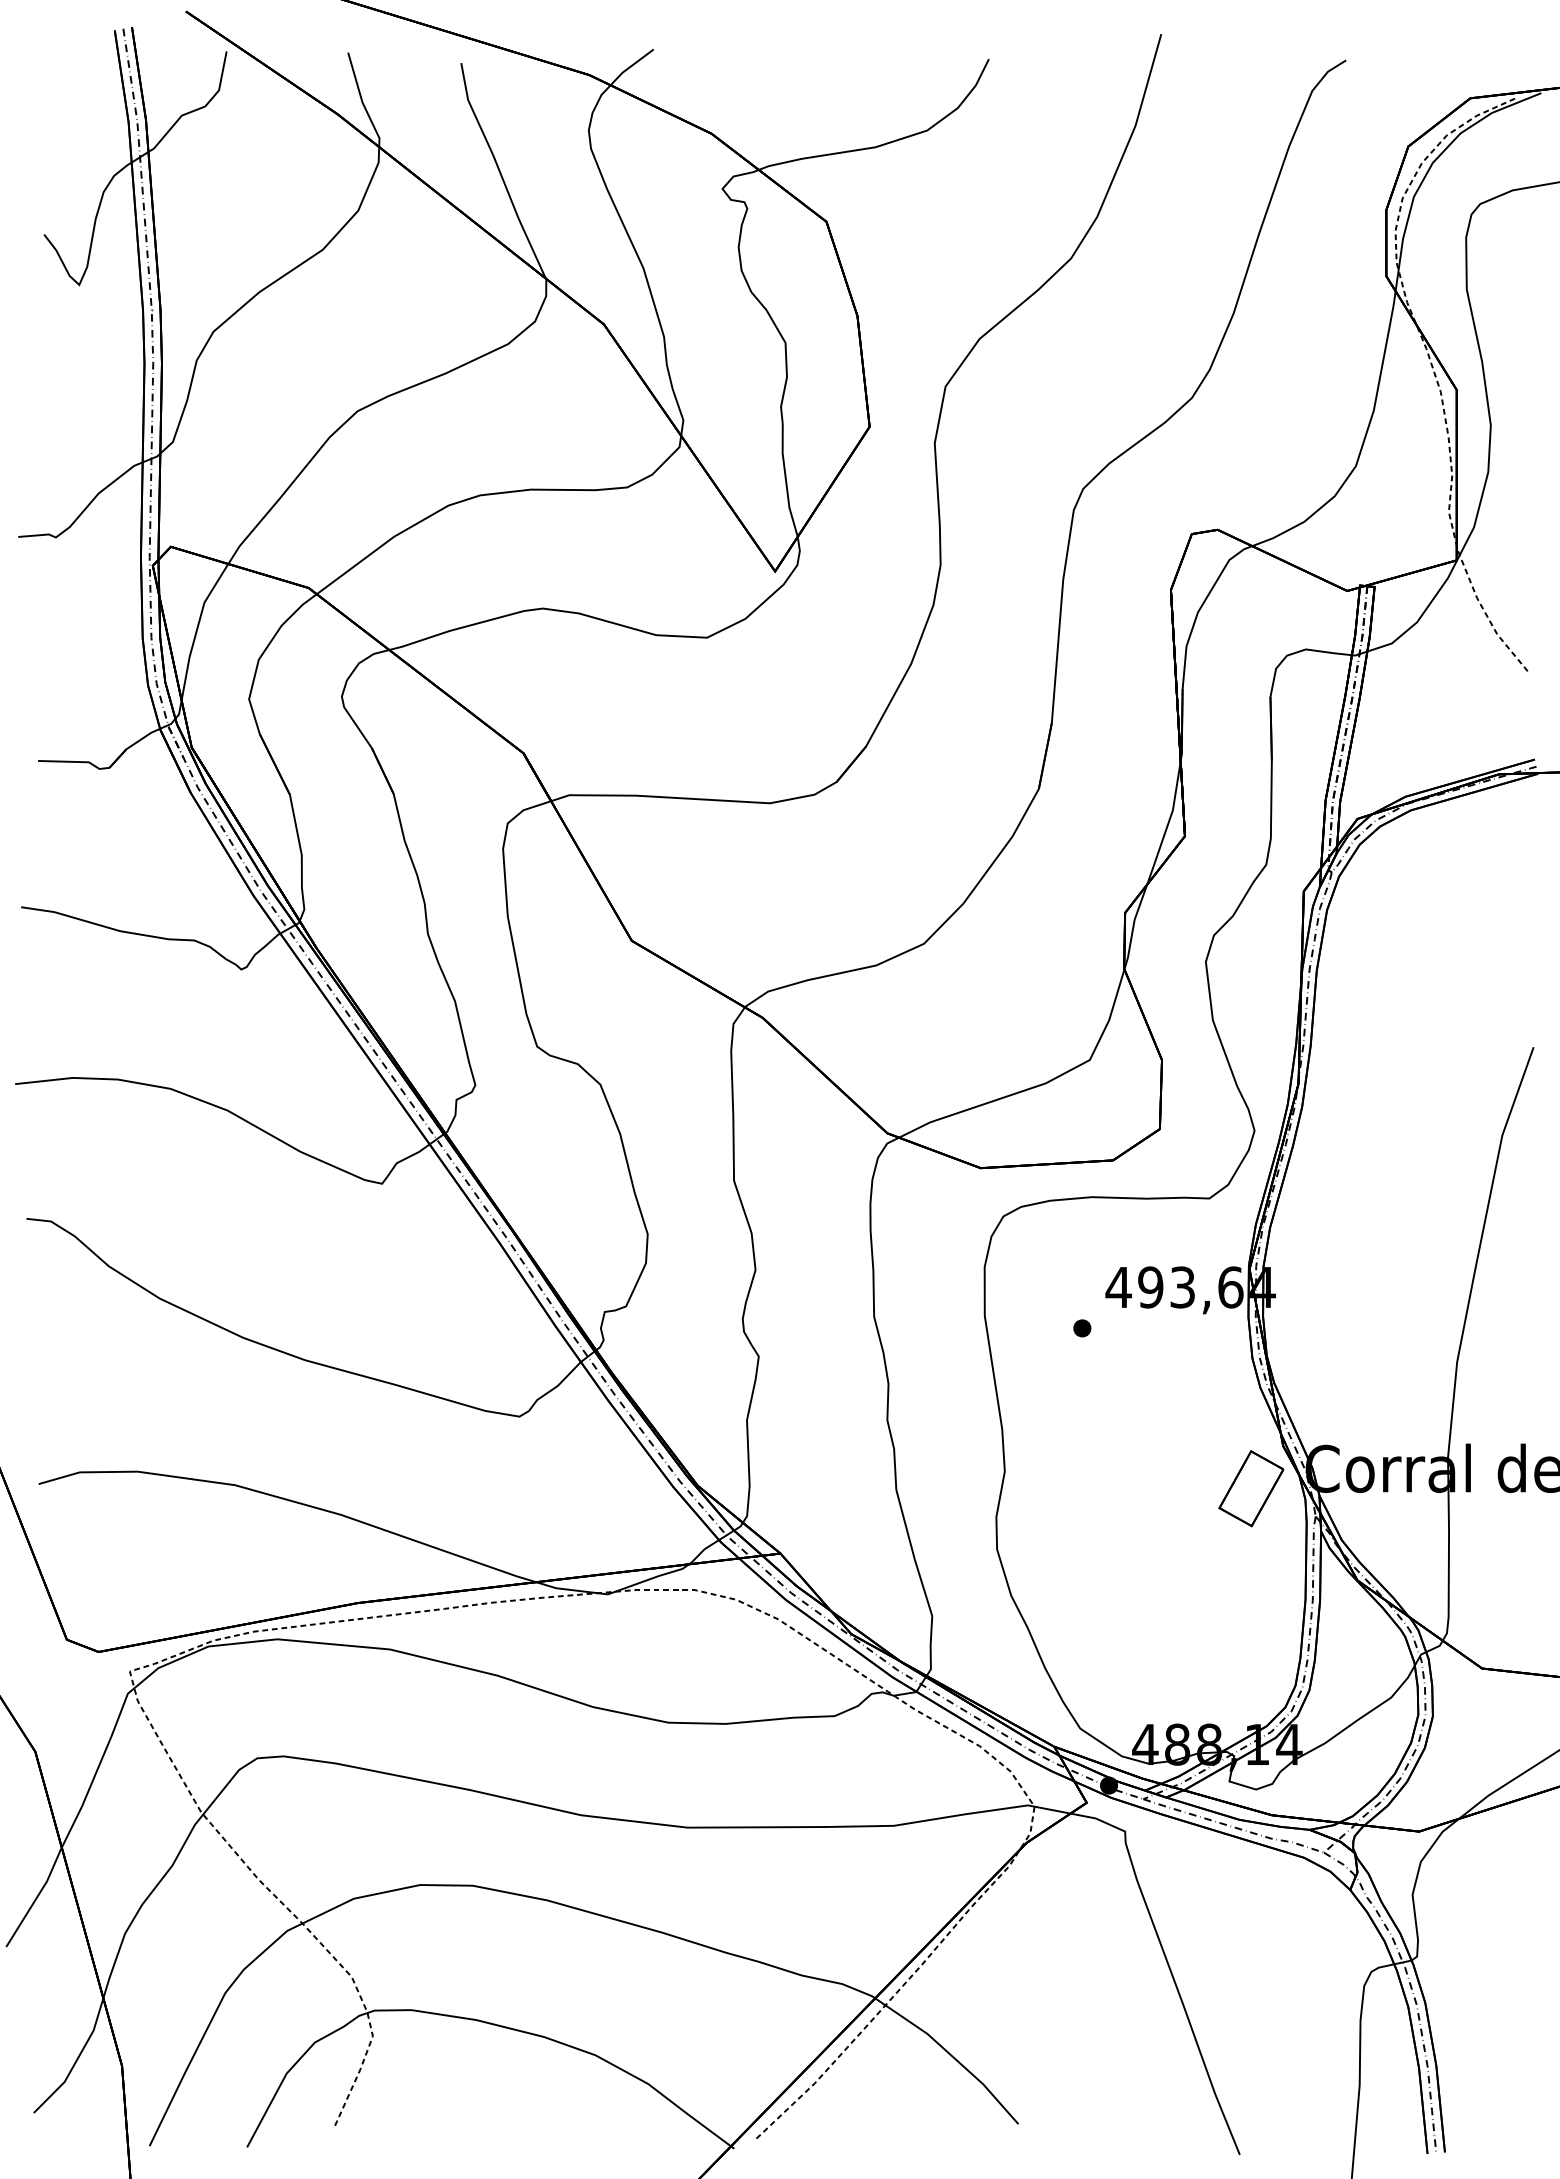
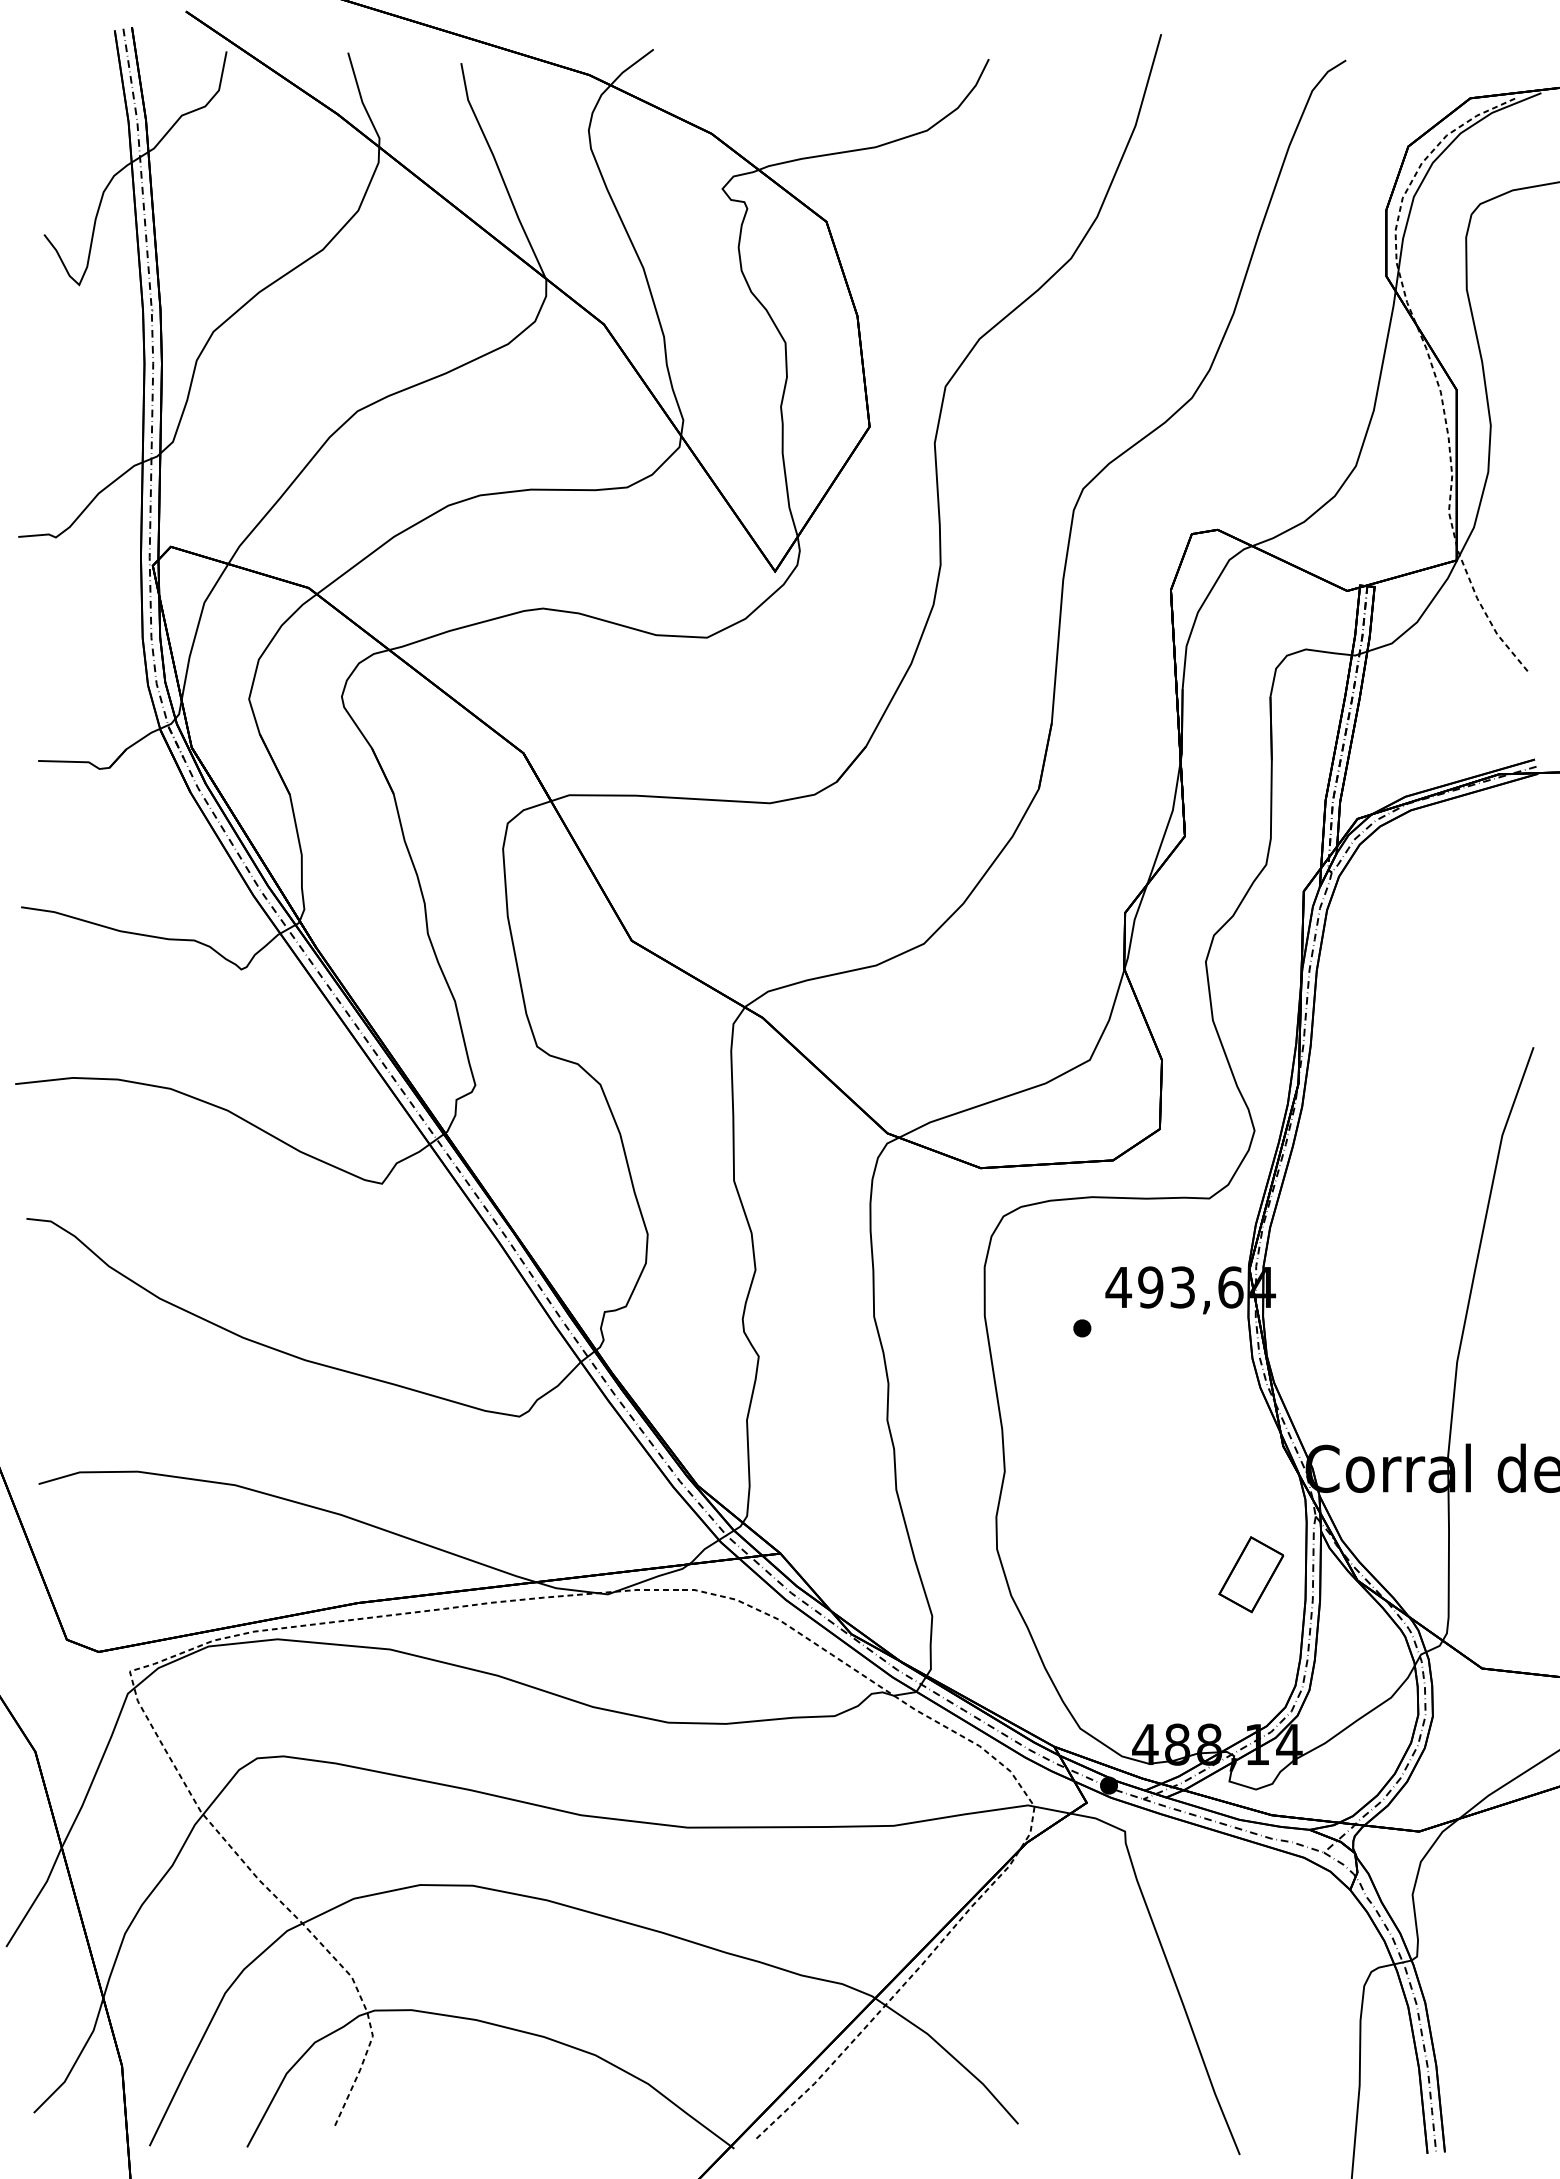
part at (1250, 1488) position: (1250, 1488) -> (1250, 1574)
